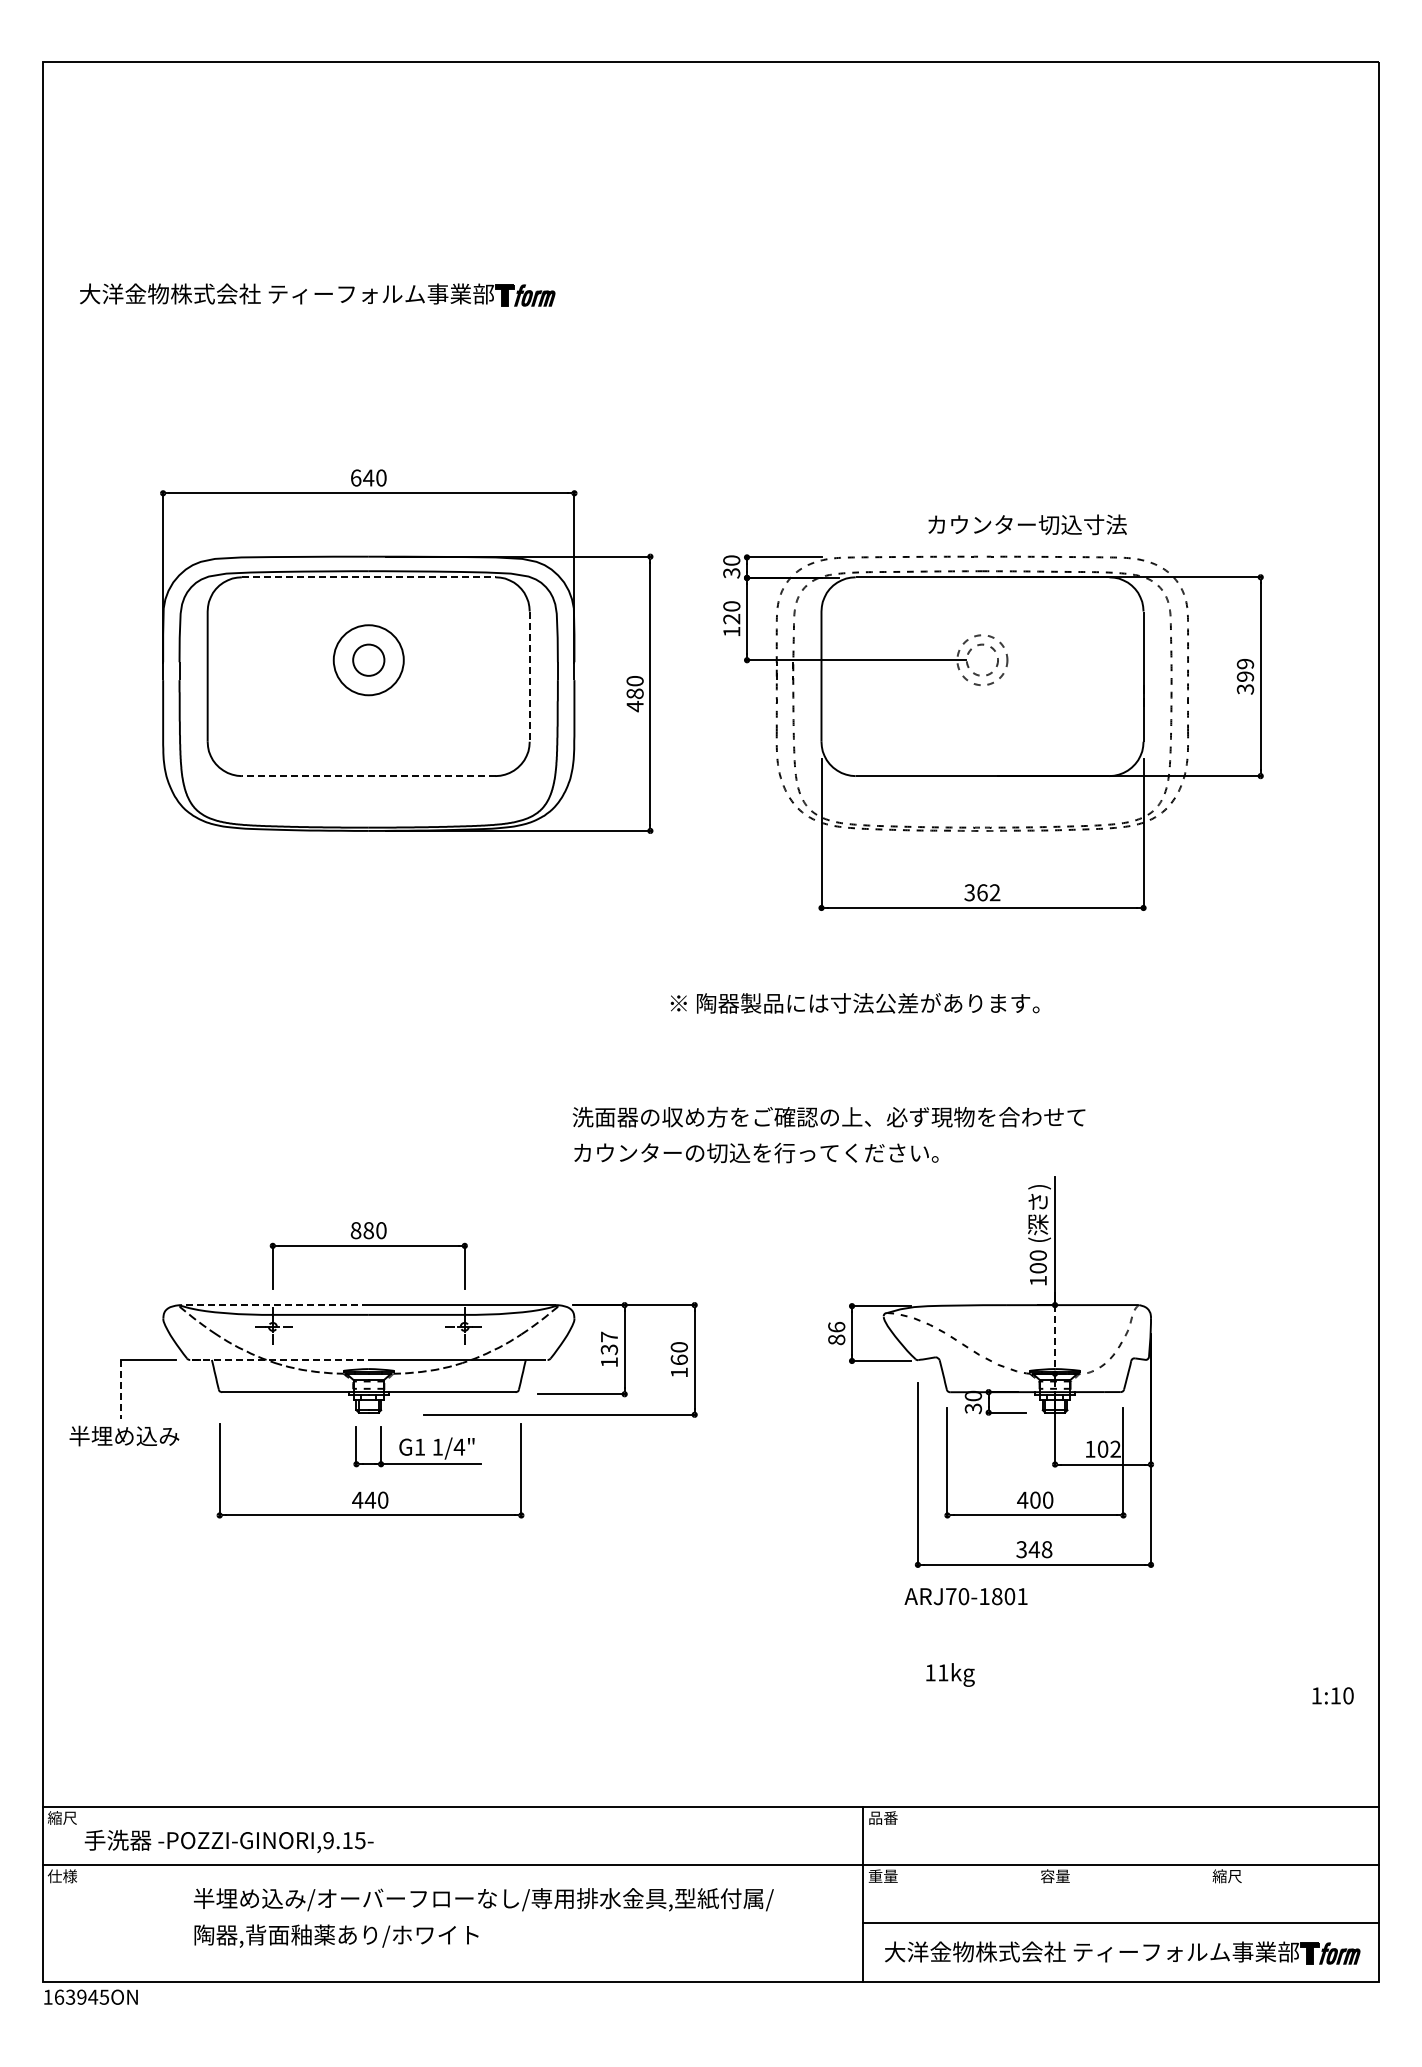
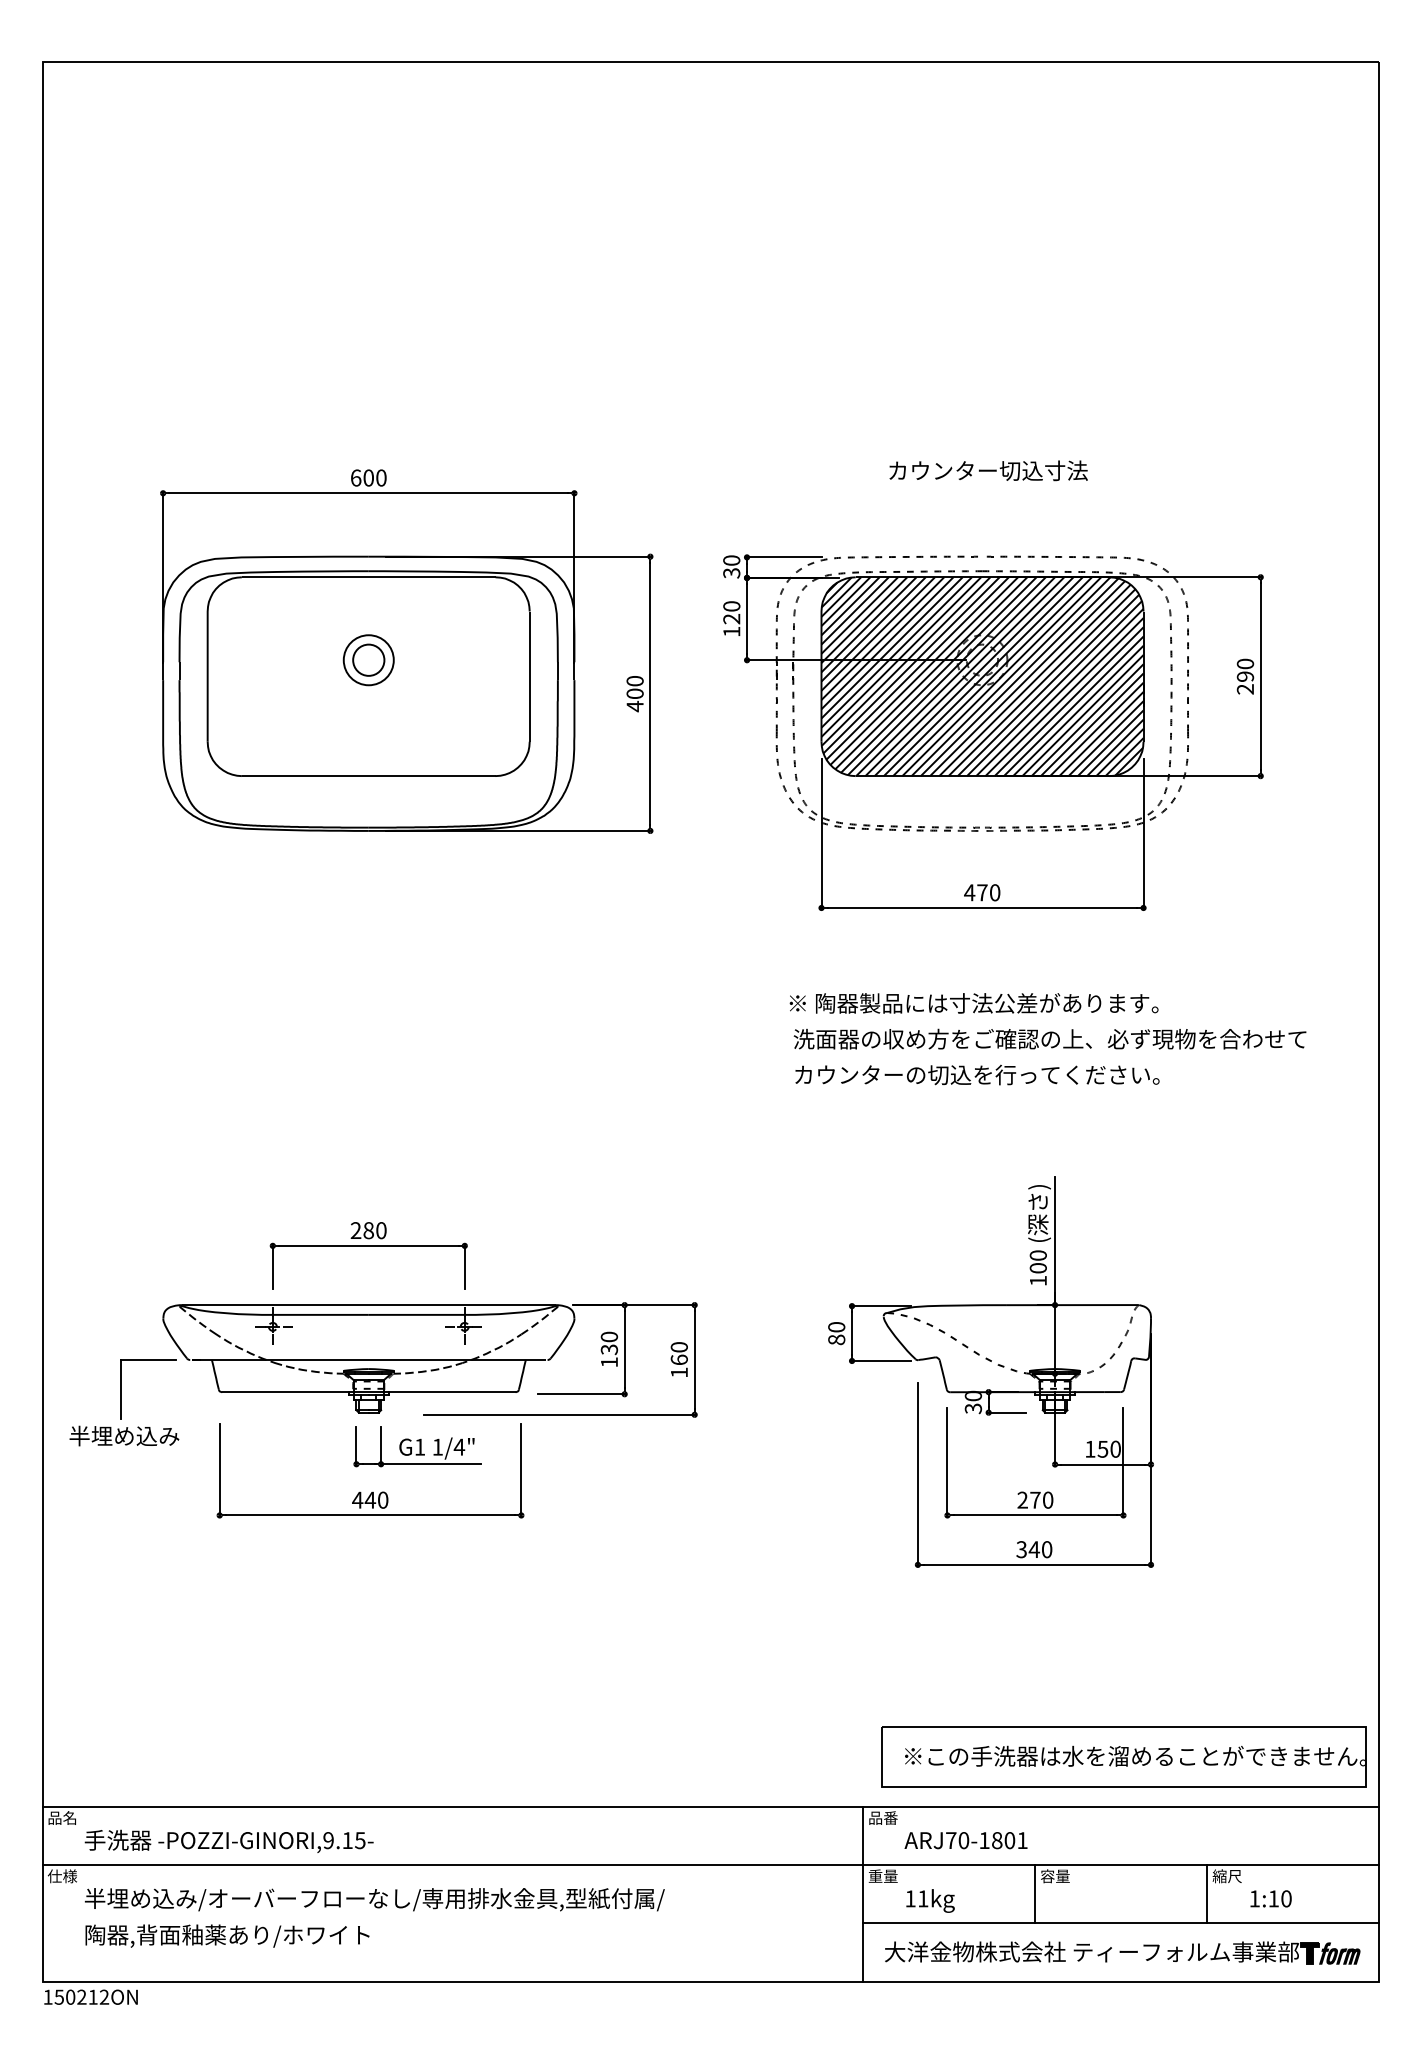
part at (317, 294): present -> none
text at (368, 477): 640 -> 600
text at (1027, 524) position: (1027, 524) -> (988, 470)
line at (368, 577): dashed -> solid
circle at (368, 660) diameter: 70 px -> 50 px
hatch at (982, 676): none -> present
text at (1245, 676): 399 -> 290
line at (529, 677): dashed -> solid
text at (635, 693): 480 -> 400
line at (368, 776): dashed -> solid
text at (982, 892): 362 -> 470
text at (854, 1003) position: (854, 1003) -> (973, 1003)
text at (828, 1134) position: (828, 1134) -> (1049, 1056)
text at (355, 1230): 880 -> 280
line at (274, 1305): dashed -> solid
text at (836, 1326): 86 -> 80
text at (609, 1336): 137 -> 130
line at (1055, 1339): dashed -> solid
line at (280, 1359): dashed -> solid
line at (121, 1389): dashed -> solid
text at (1108, 1448): 102 -> 150
text at (1028, 1499): 400 -> 270
text at (1046, 1549): 348 -> 340
text at (965, 1596) position: (965, 1596) -> (965, 1840)
text at (950, 1674) position: (950, 1674) -> (930, 1900)
text at (1332, 1695) position: (1332, 1695) -> (1270, 1898)
part at (1123, 1756): none -> present
text at (61, 1817): 縮尺 -> 品名
line at (1035, 1894): none -> present
line at (1207, 1894): none -> present
text at (483, 1917) position: (483, 1917) -> (374, 1917)
text at (81, 1996): 163945ON -> 150212ON
